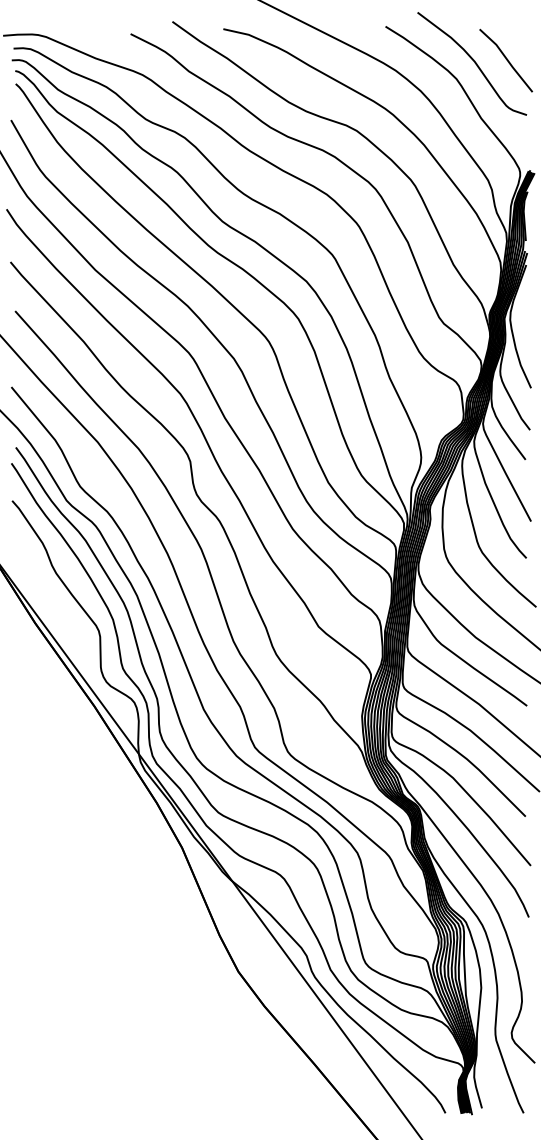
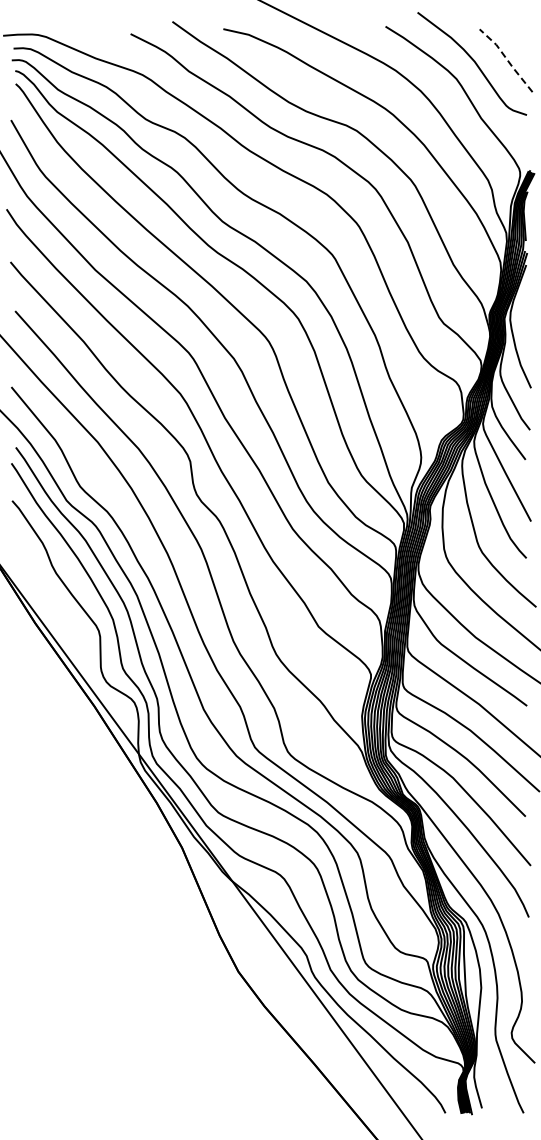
line at (507, 59): solid -> dashed
